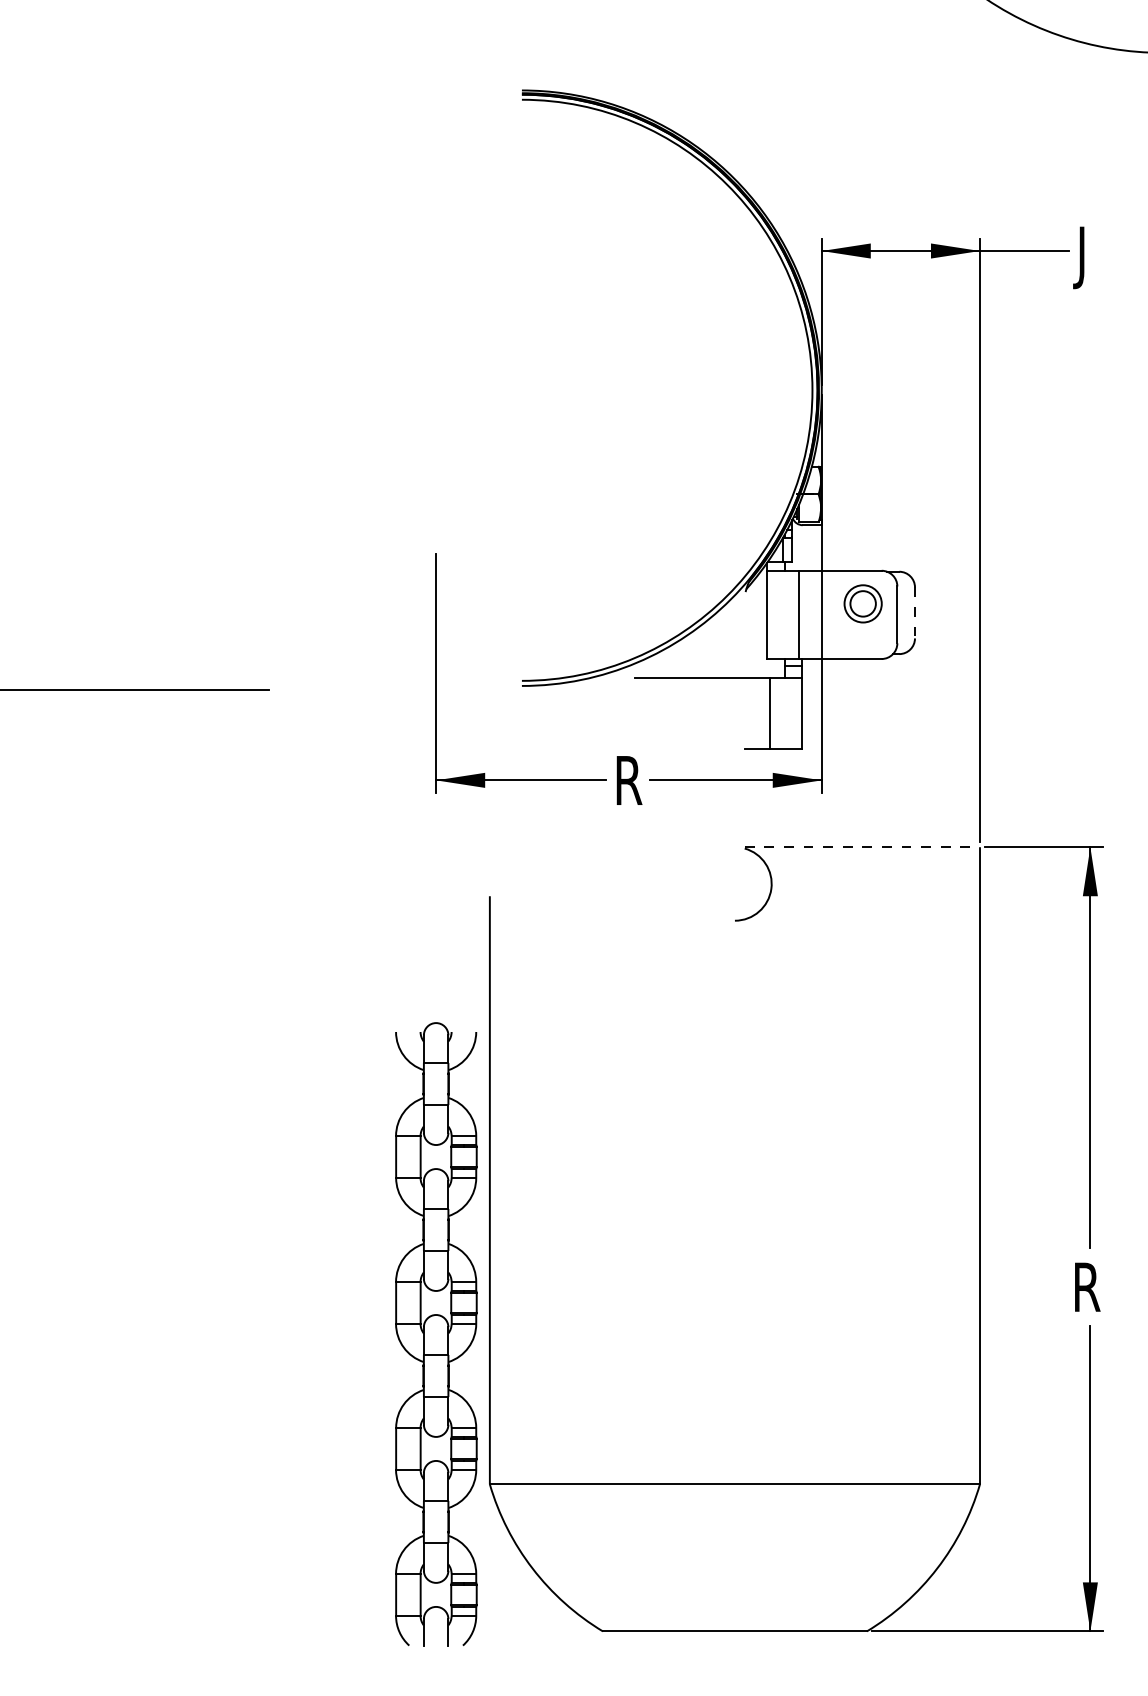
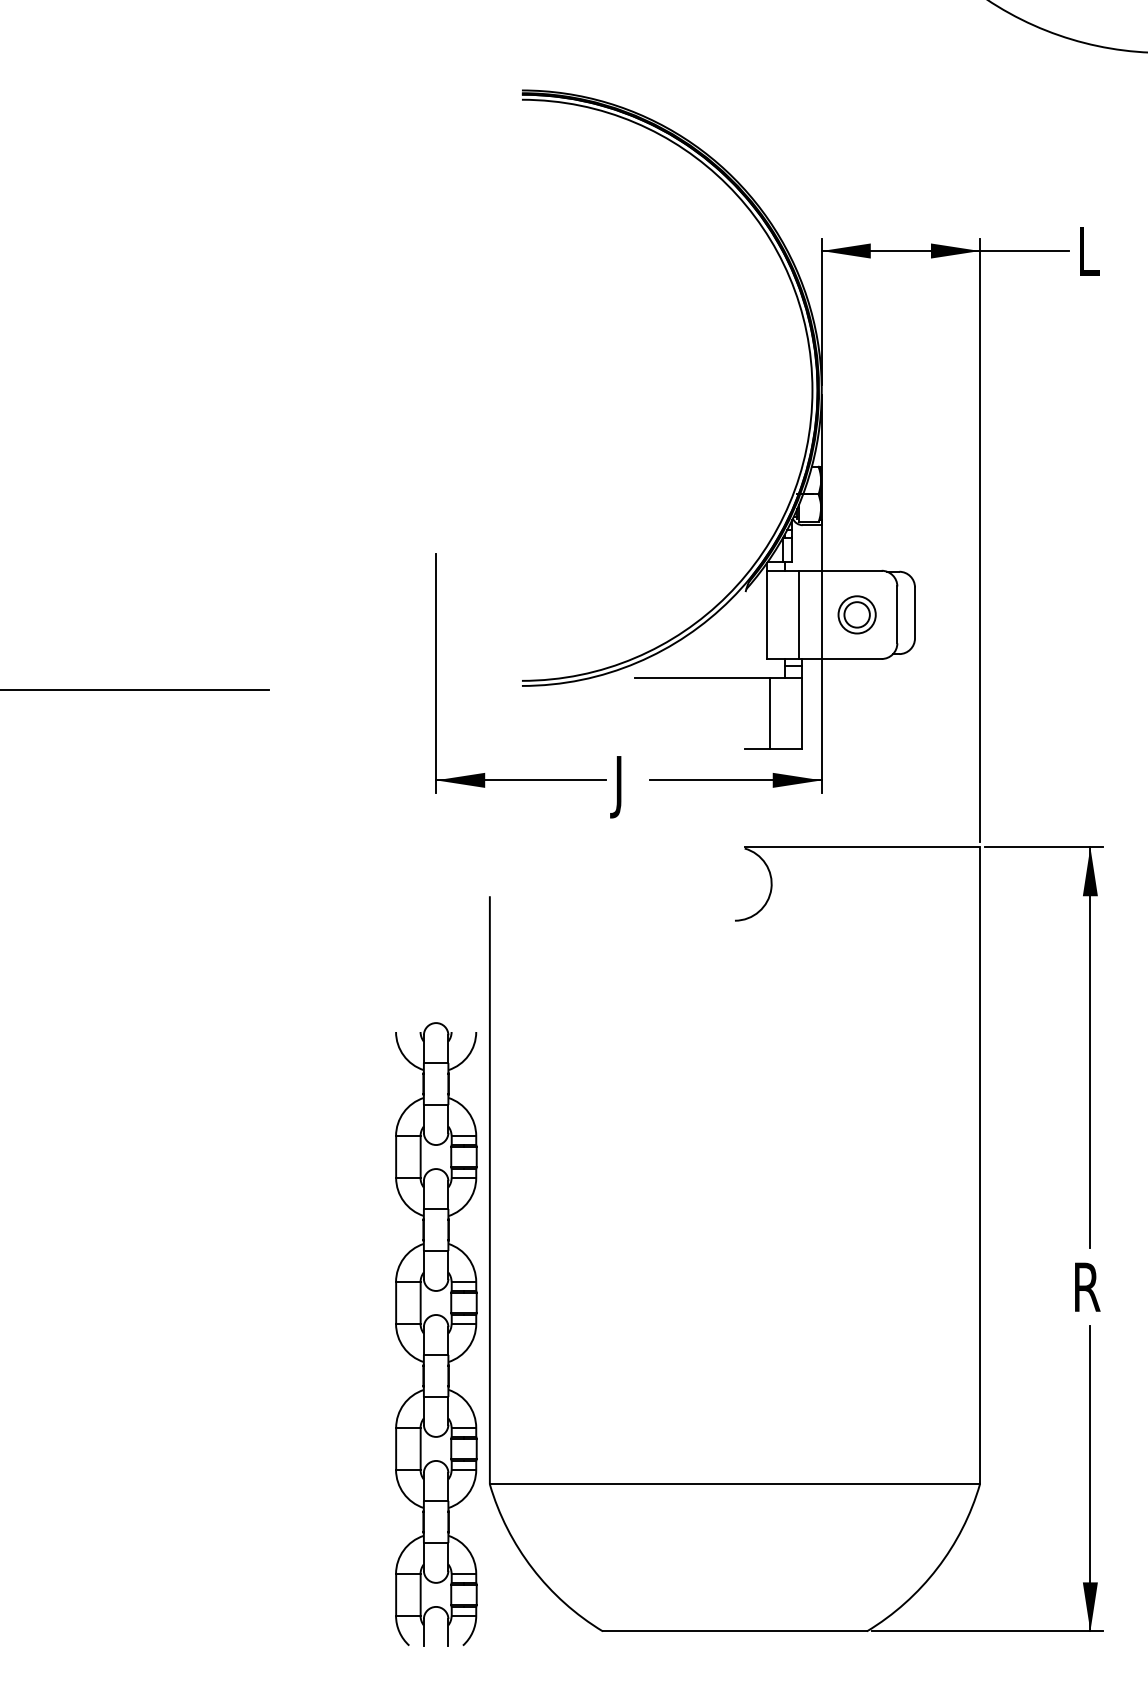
text at (1086, 257): J -> L
part at (862, 603) position: (862, 603) -> (856, 614)
line at (915, 613): dashed -> solid
text at (626, 787): R -> J
line at (862, 847): dashed -> solid
